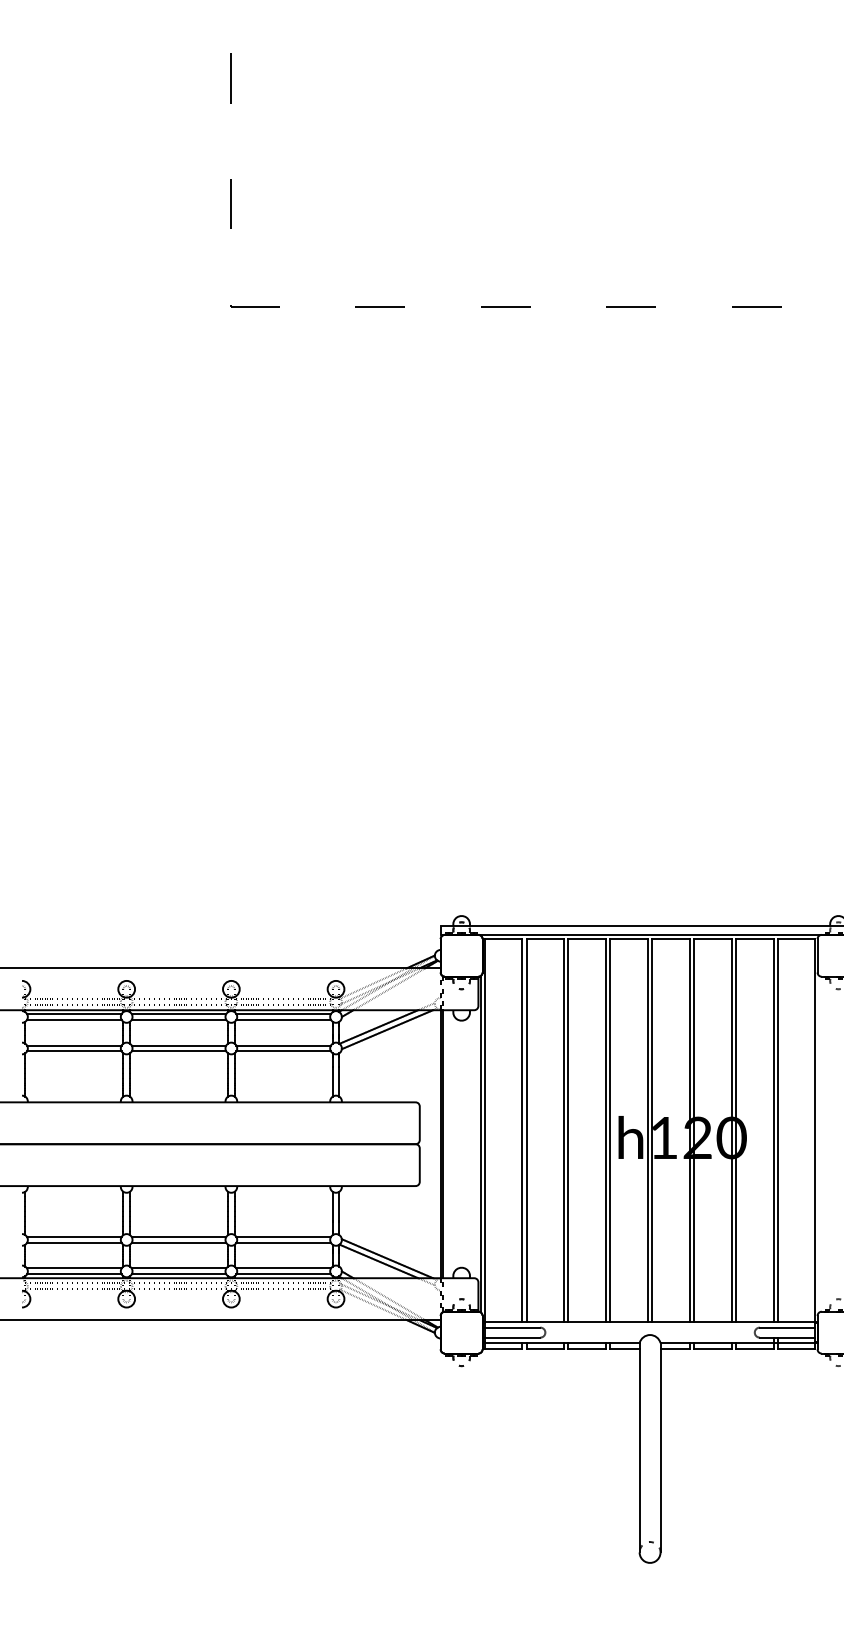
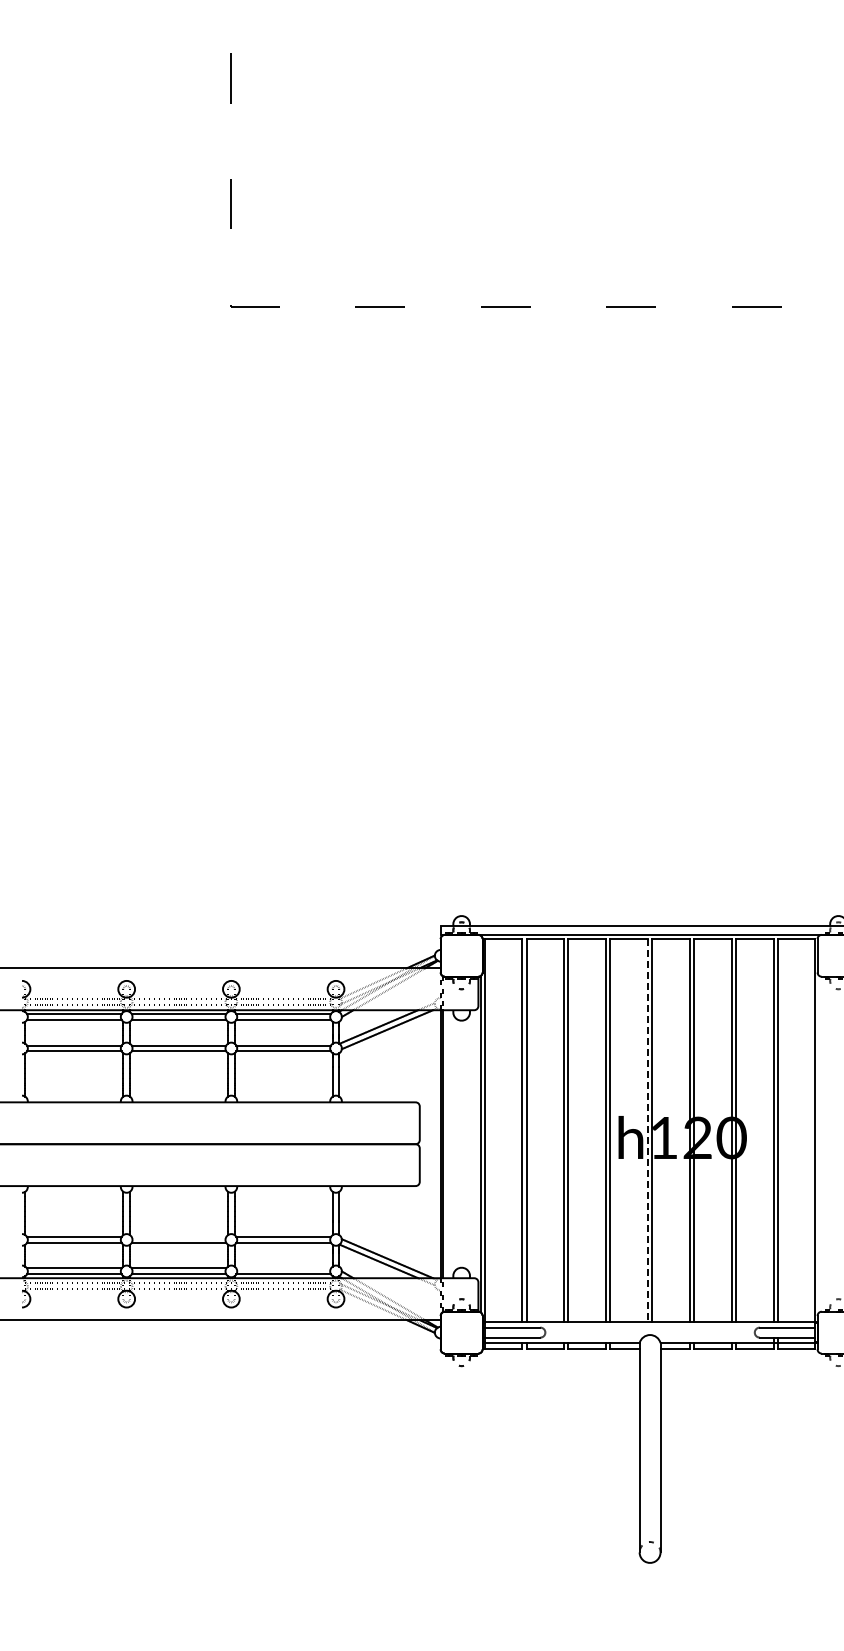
line at (647, 1130): solid -> dashed
line at (178, 1237): present -> none
line at (283, 1268): present -> none
